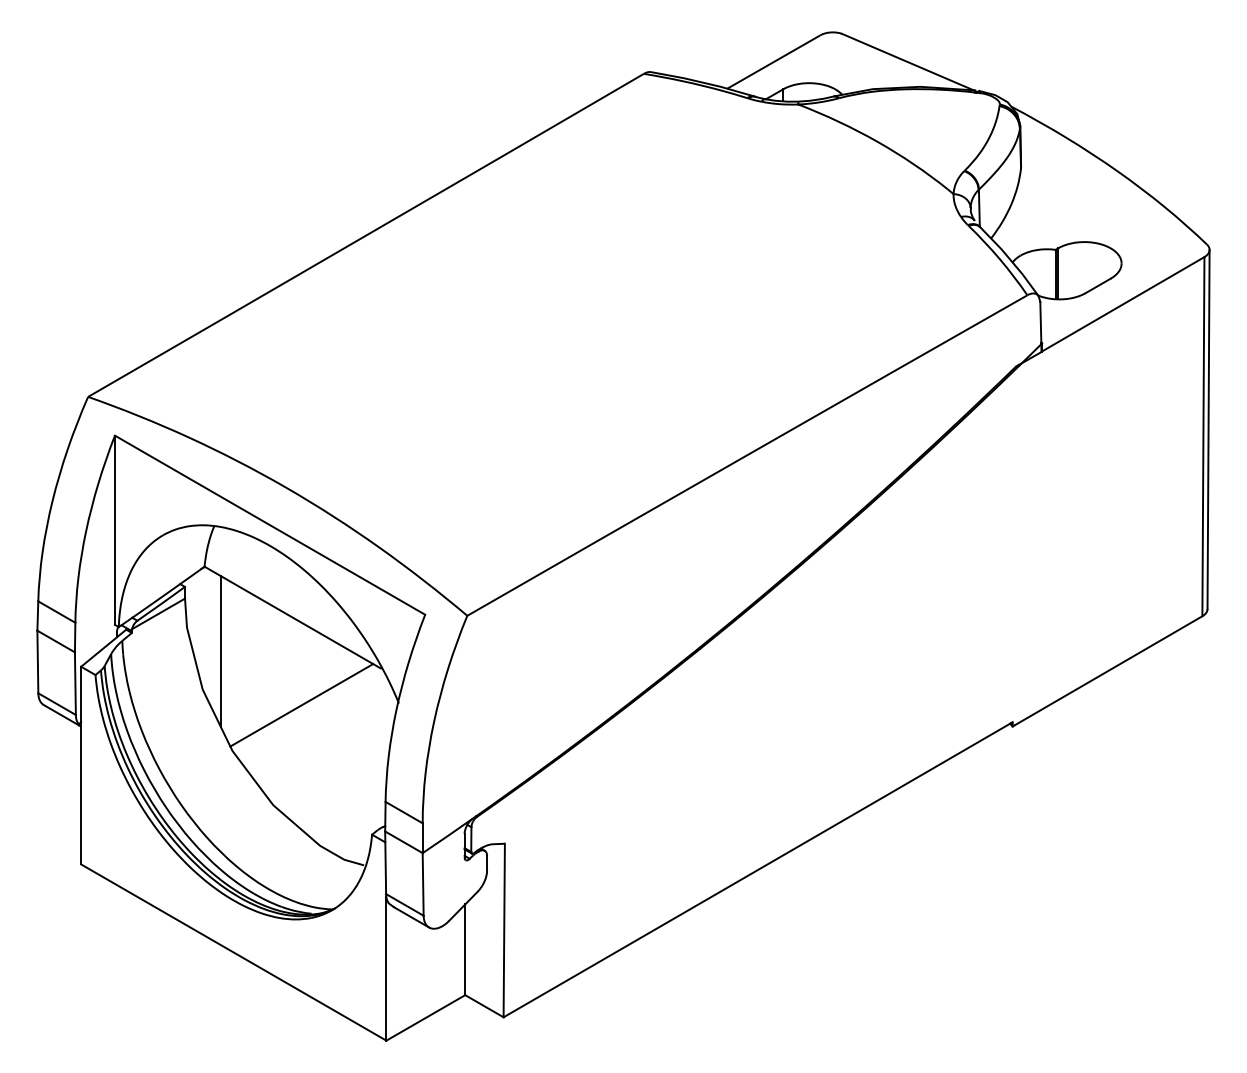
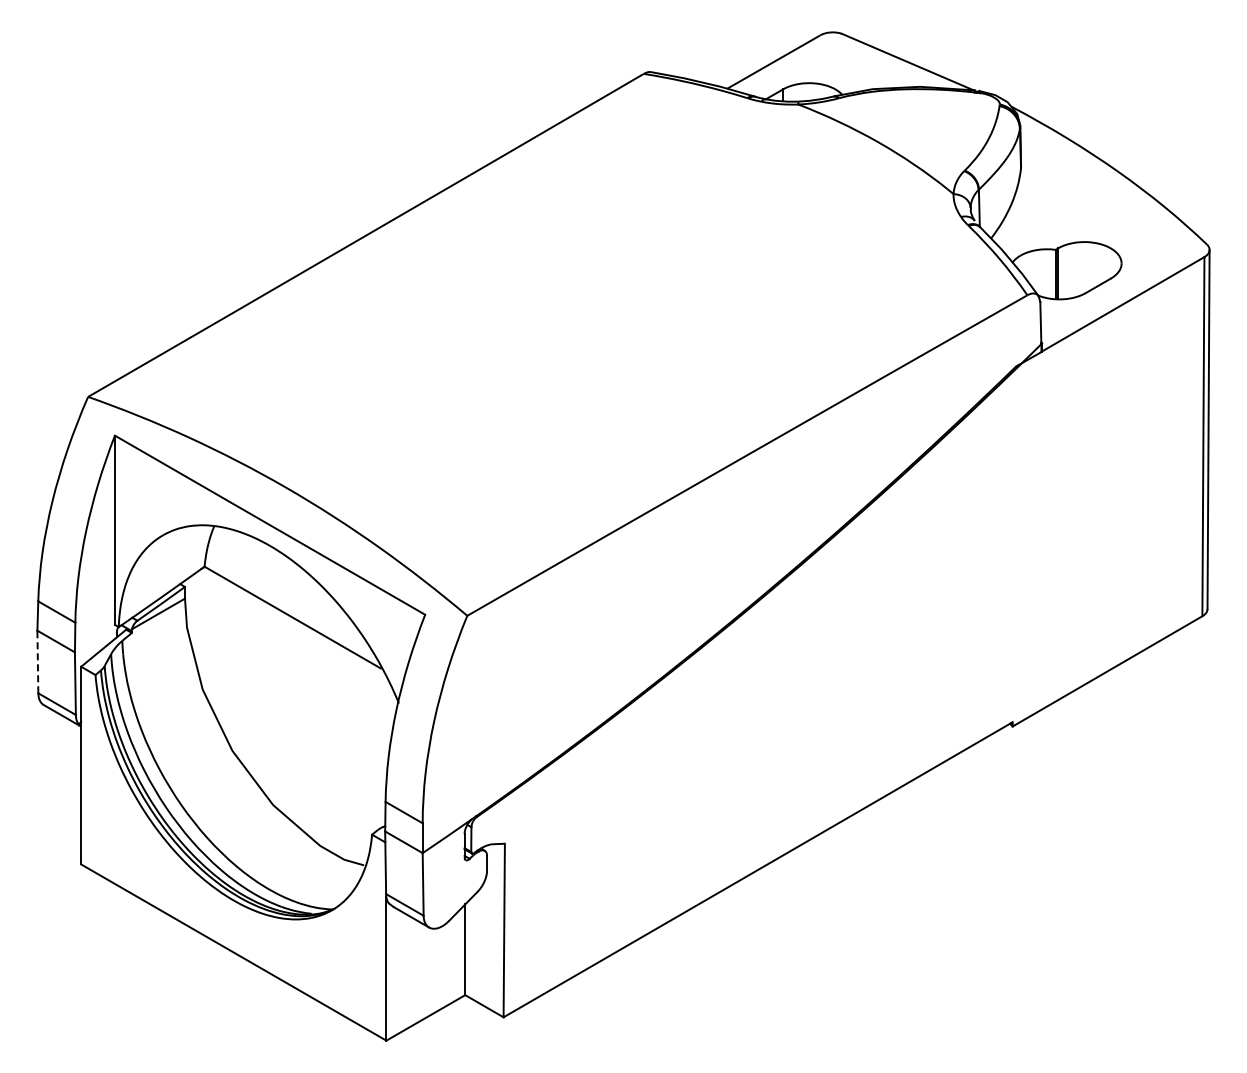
line at (220, 650): present -> none
line at (37, 661): solid -> dashed
line at (301, 705): present -> none
